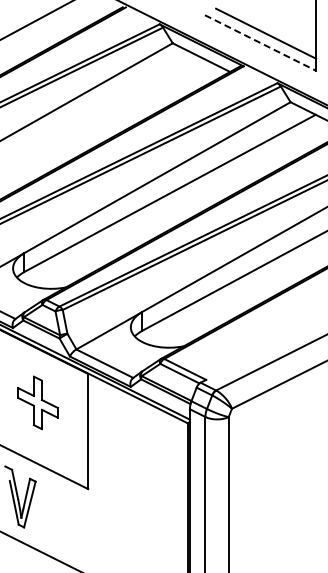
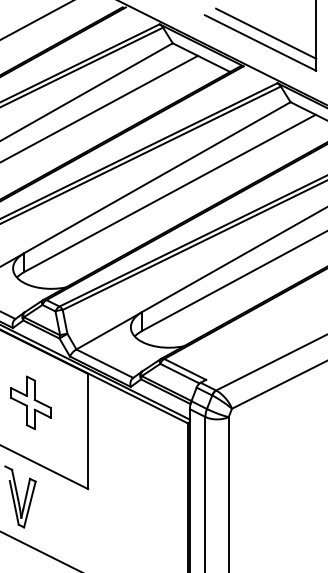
line at (261, 43): dashed -> solid
line at (99, 108): none -> present
part at (37, 402) position: (37, 402) -> (30, 402)
